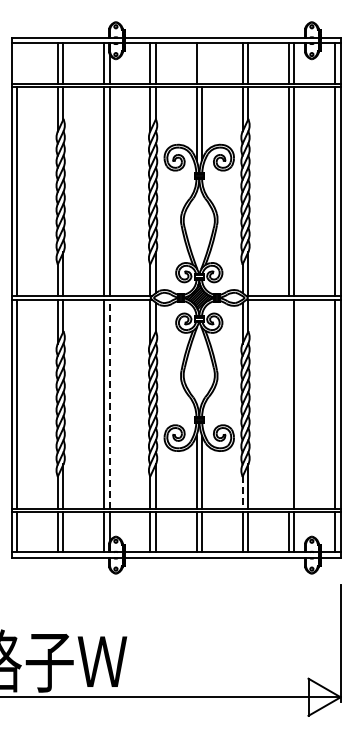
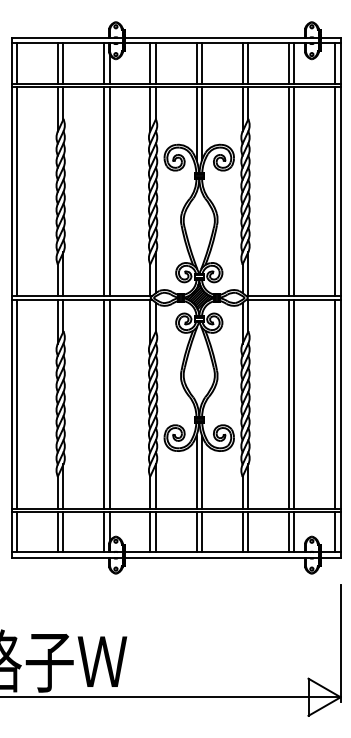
line at (17, 63): none -> present
line at (202, 63): none -> present
line at (109, 403): dashed -> solid
line at (288, 403): none -> present
line at (242, 492): dashed -> solid
